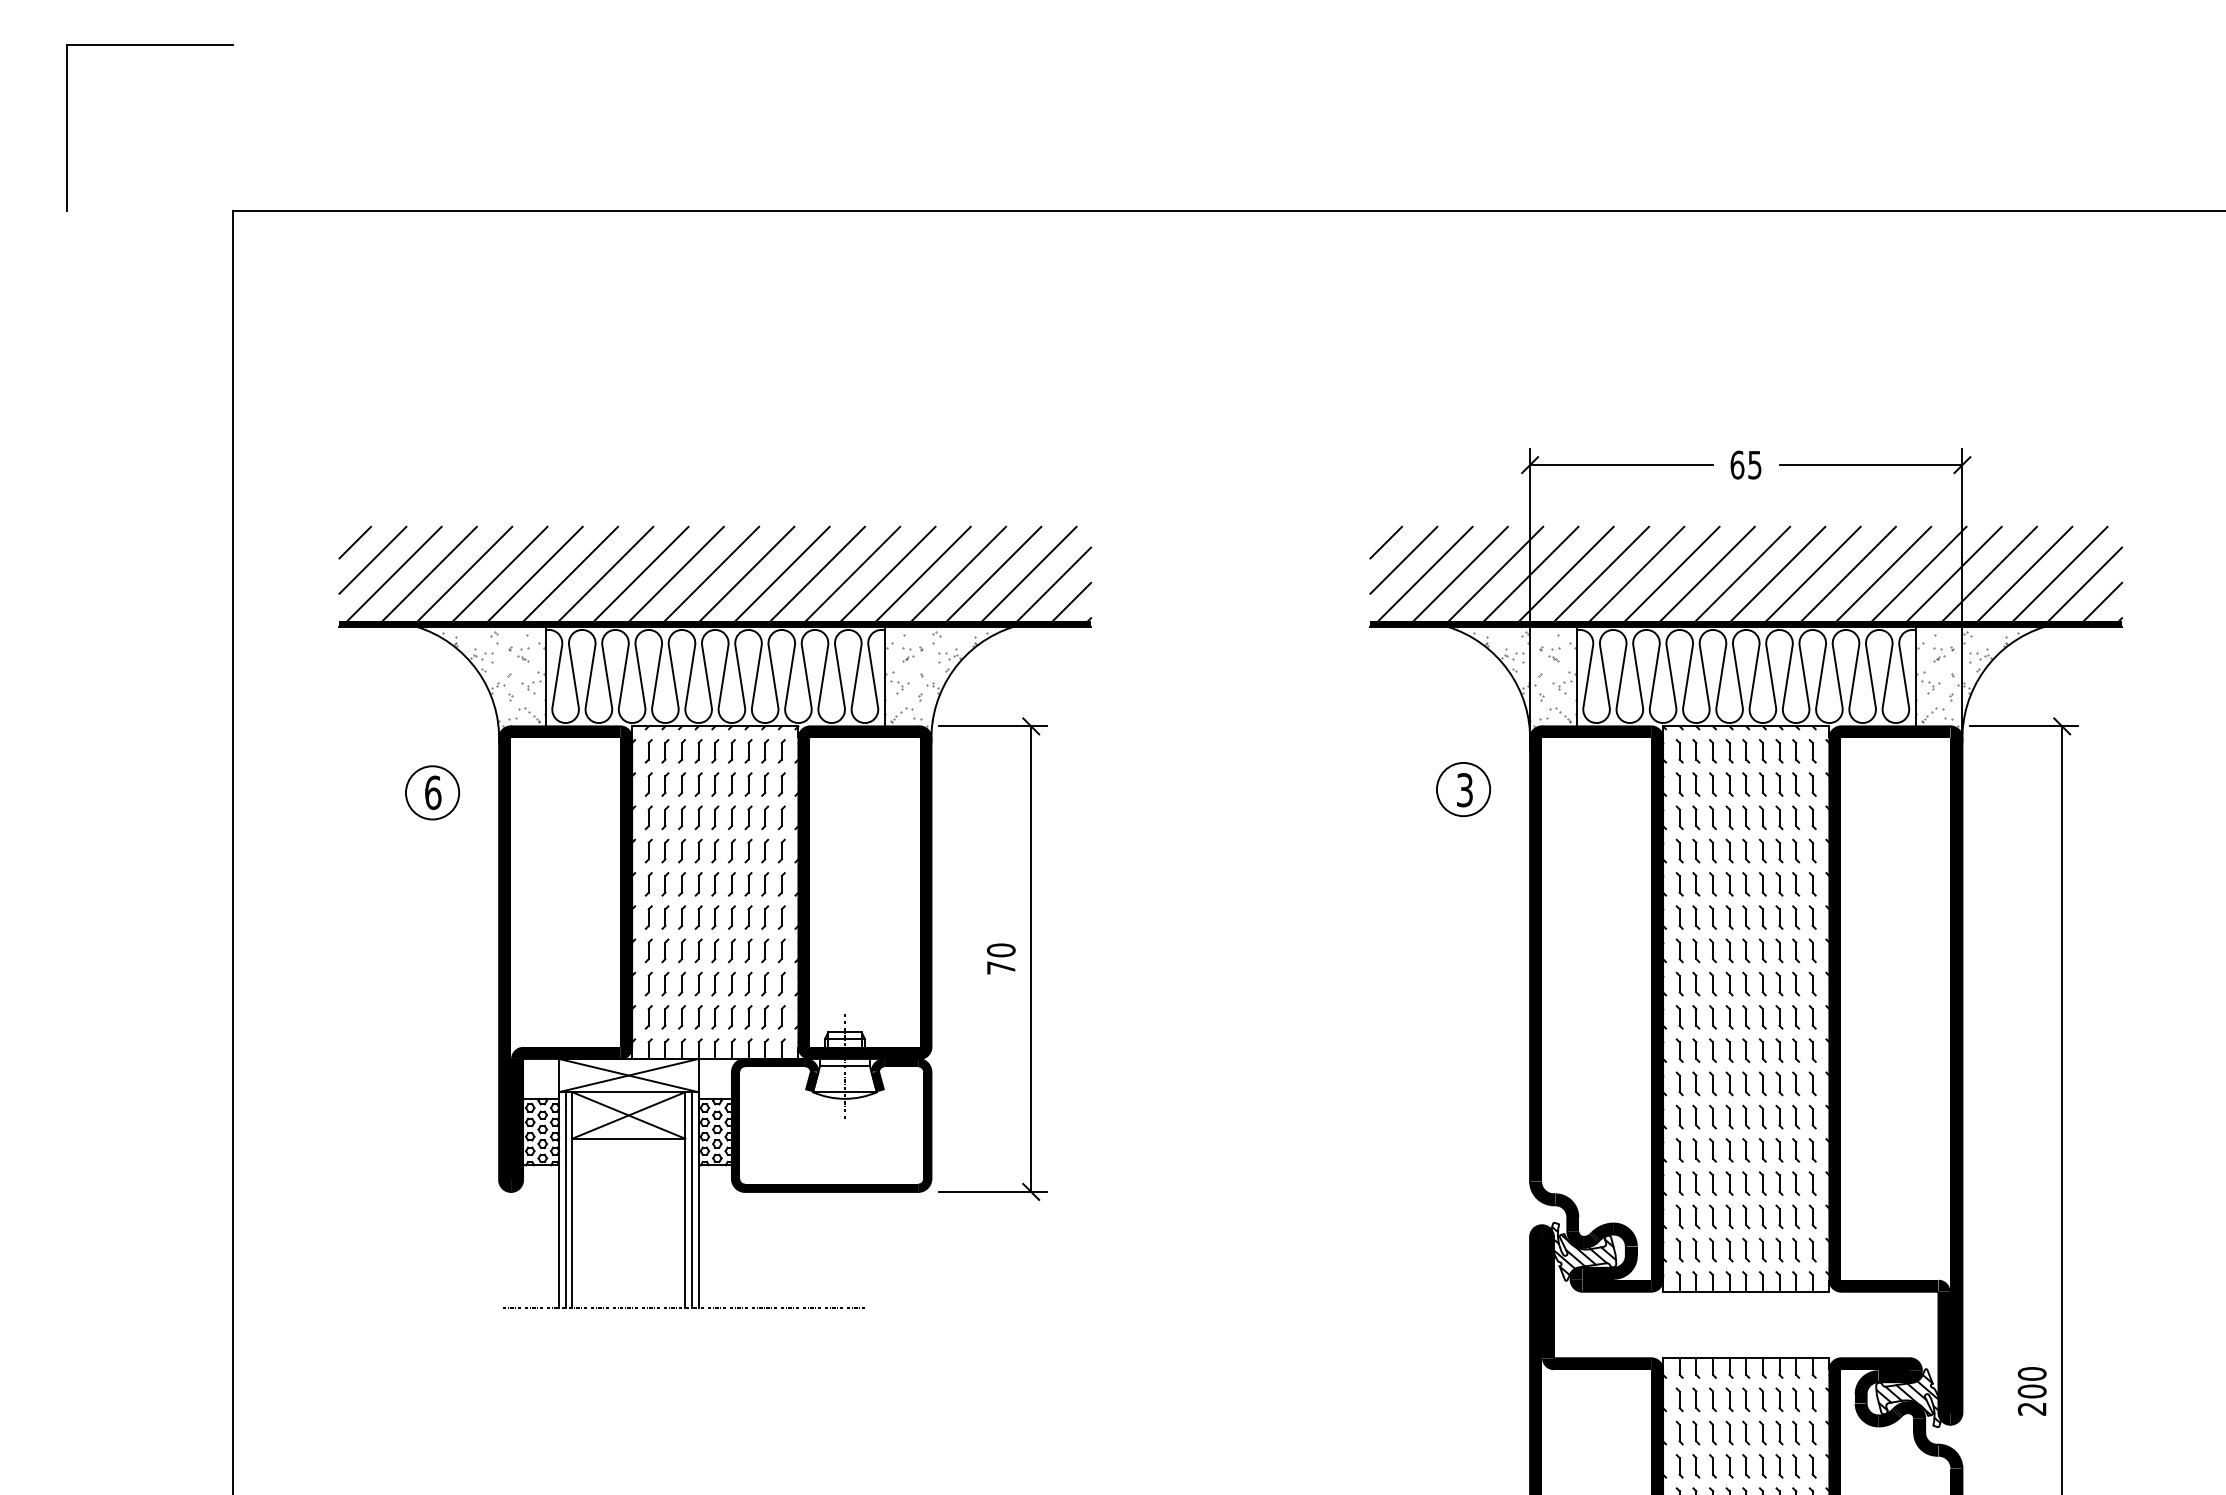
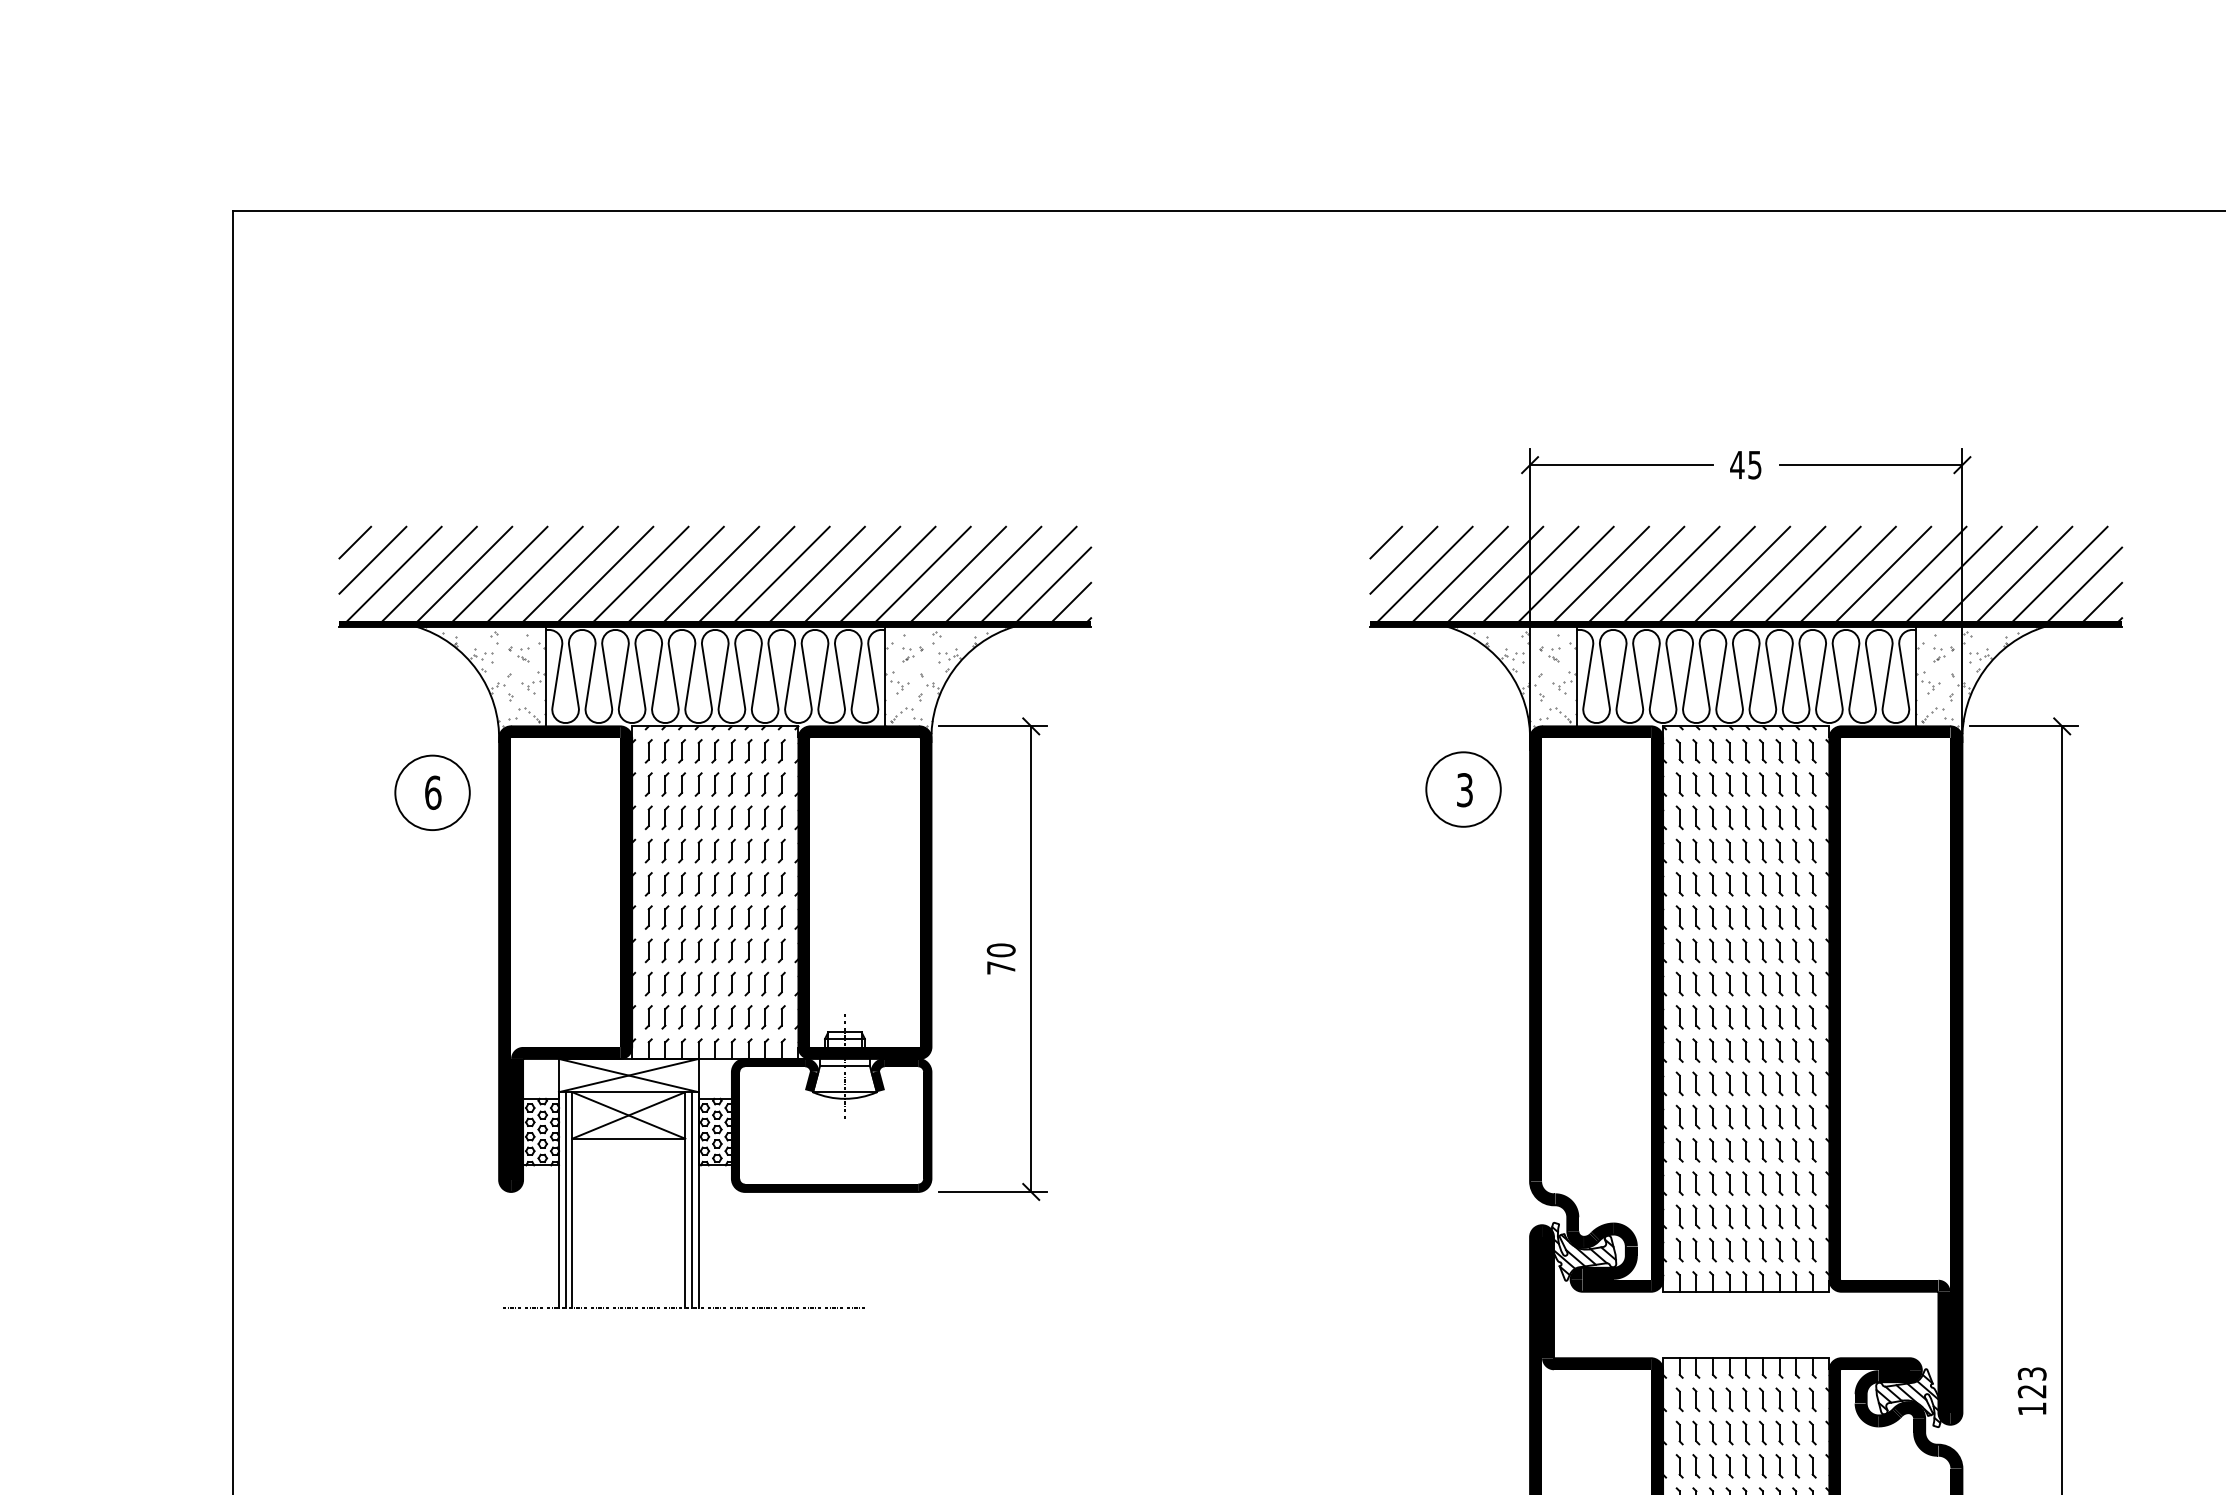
part at (149, 45): present -> none
text at (1737, 464): 65 -> 45
circle at (1463, 789) diameter: 53 px -> 74 px
circle at (432, 792) diameter: 53 px -> 74 px
text at (2031, 1391): 200 -> 123
